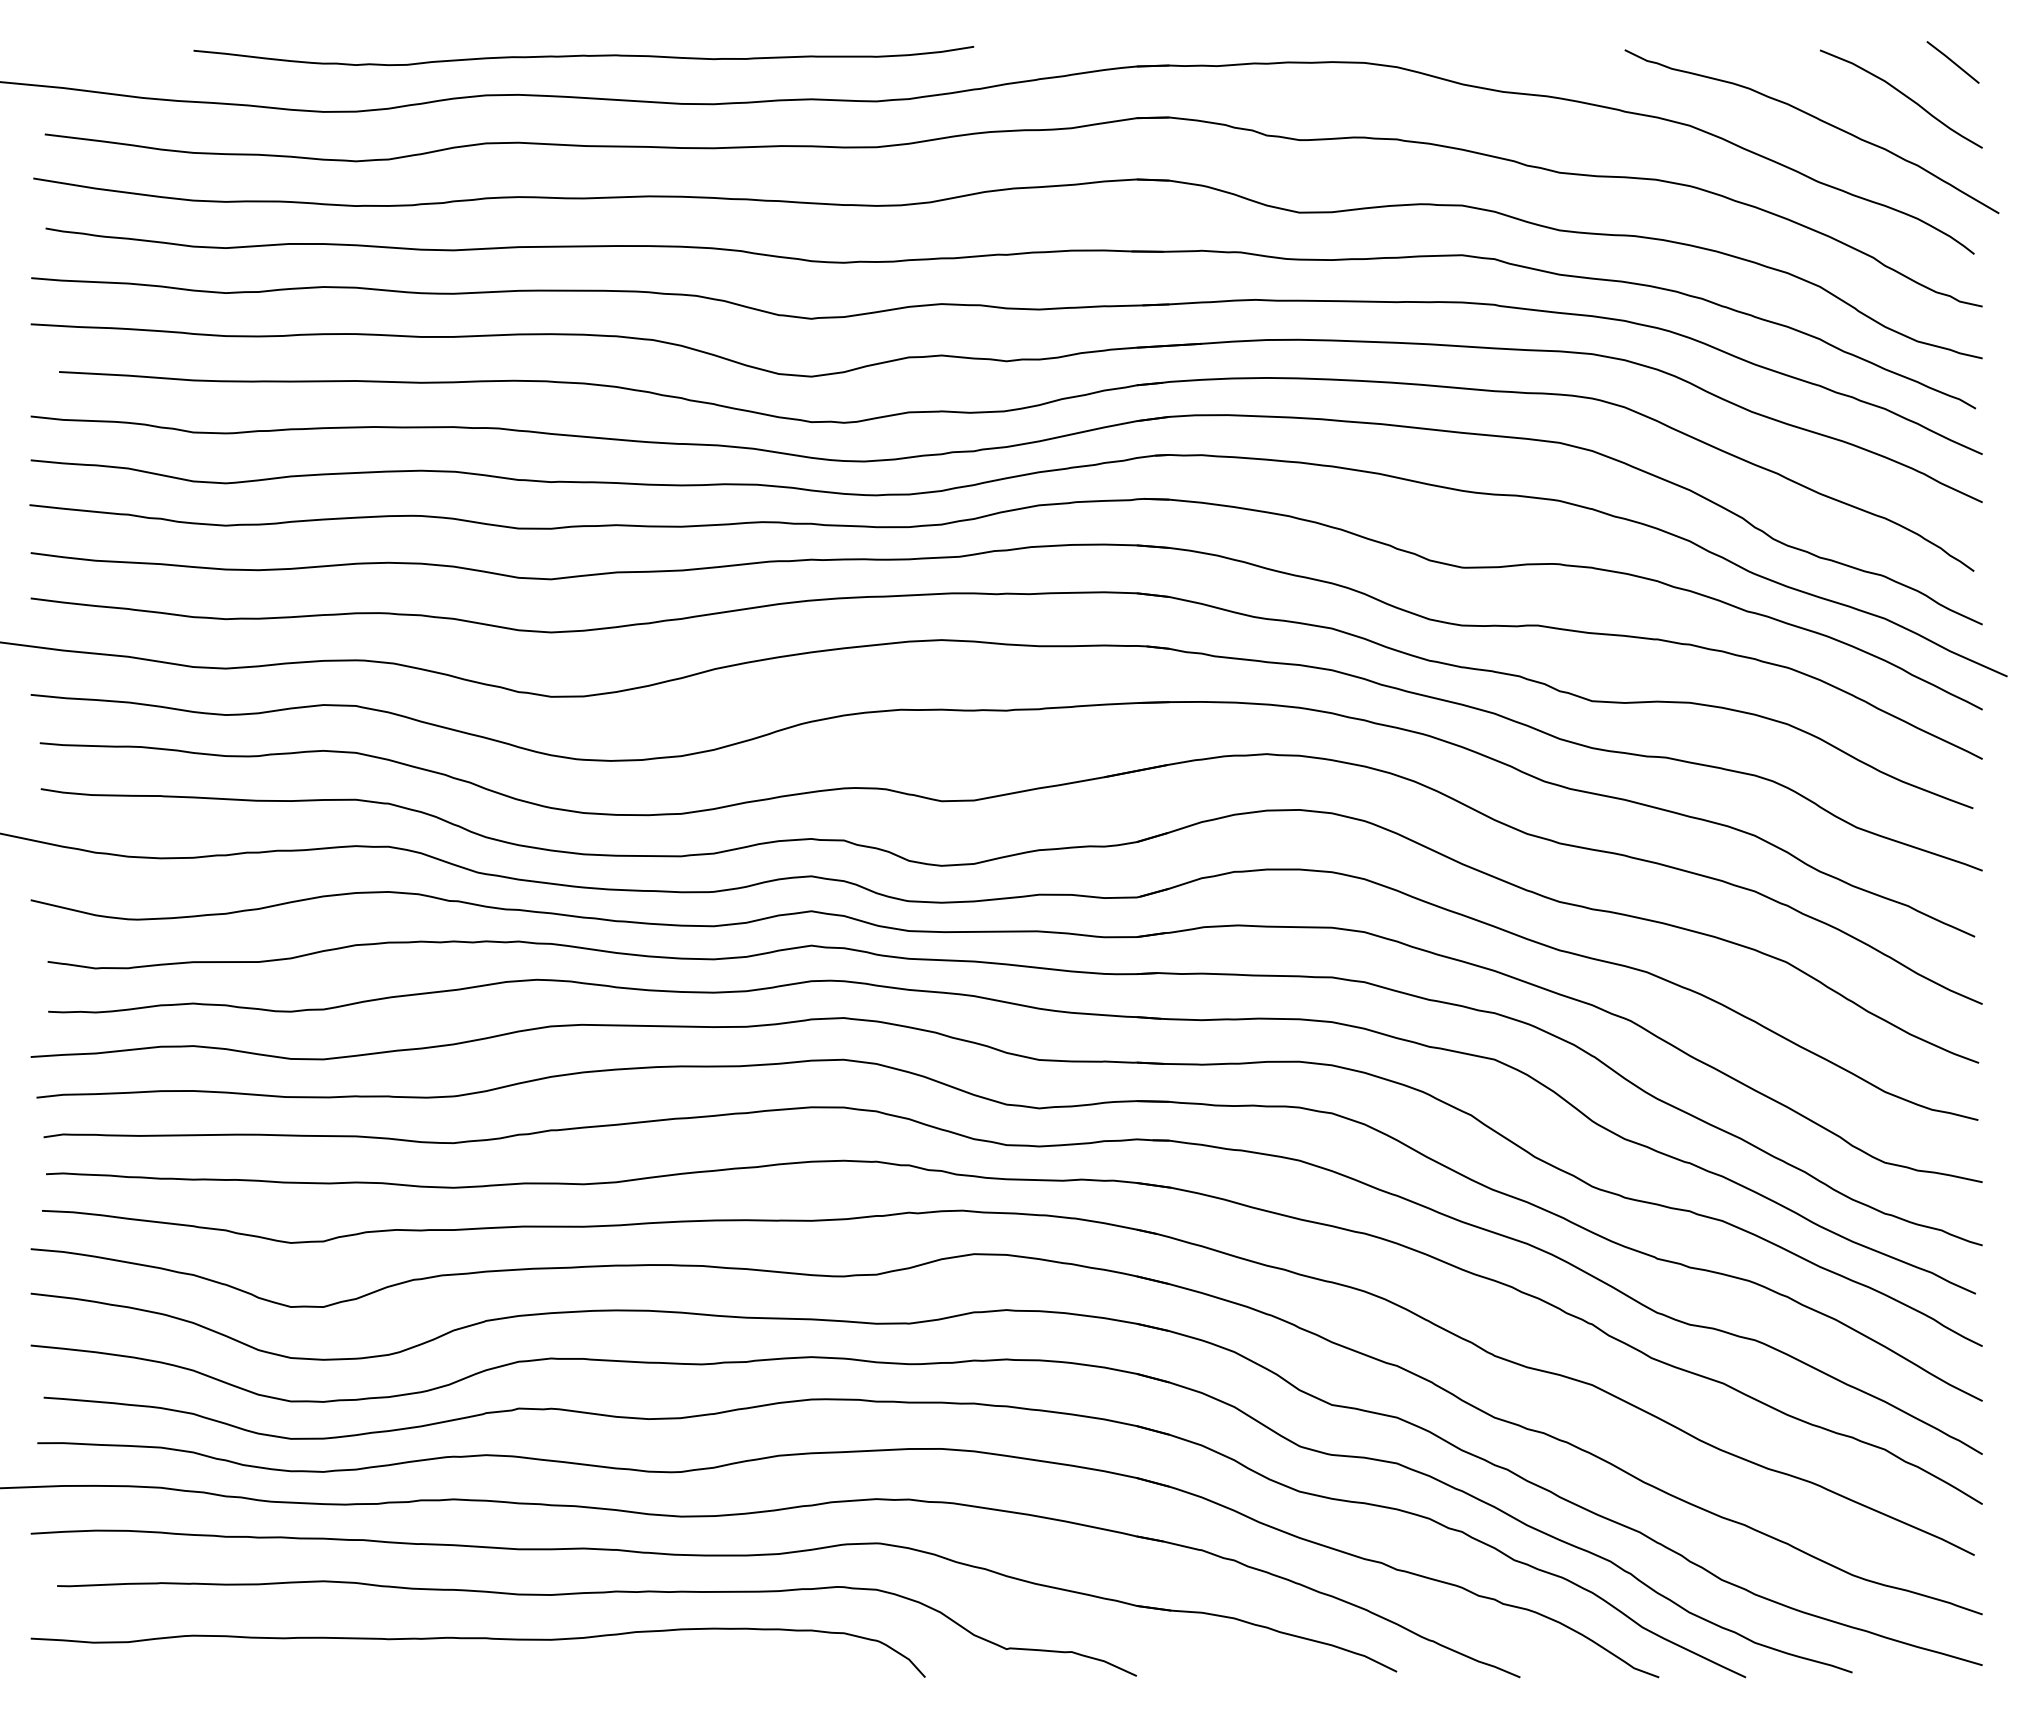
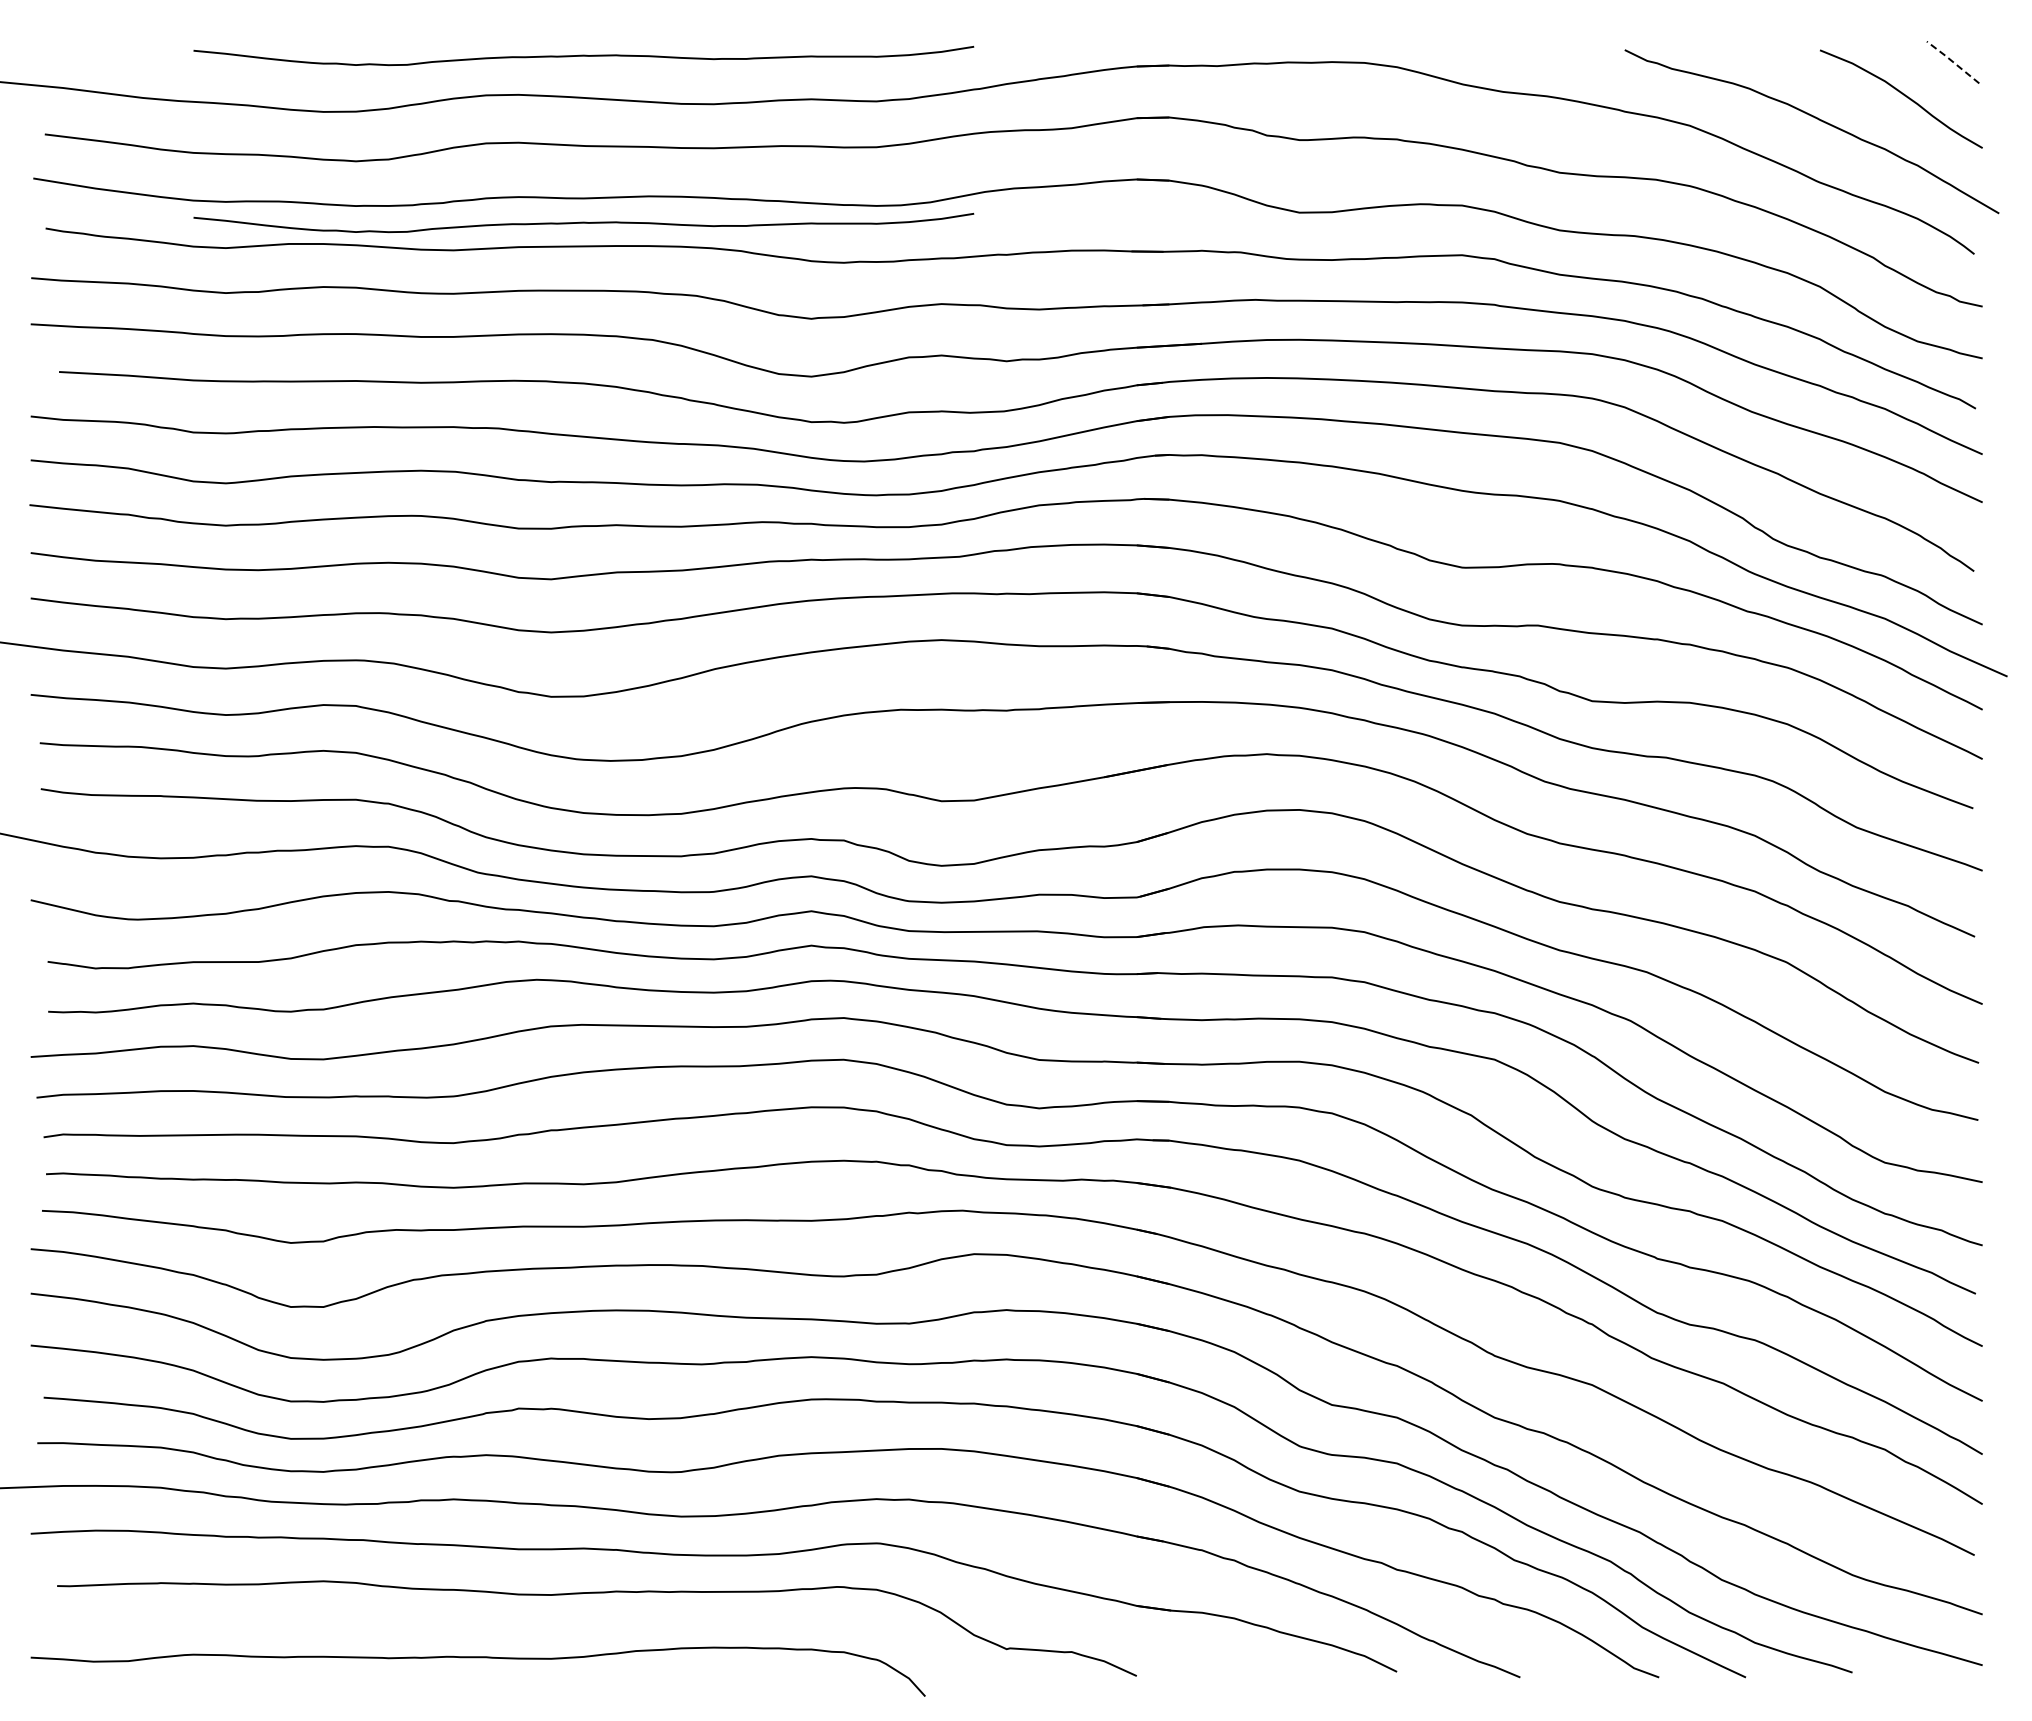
line at (1952, 61): solid -> dashed
curve at (583, 222): none -> present
curve at (477, 1639) position: (477, 1639) -> (477, 1658)
